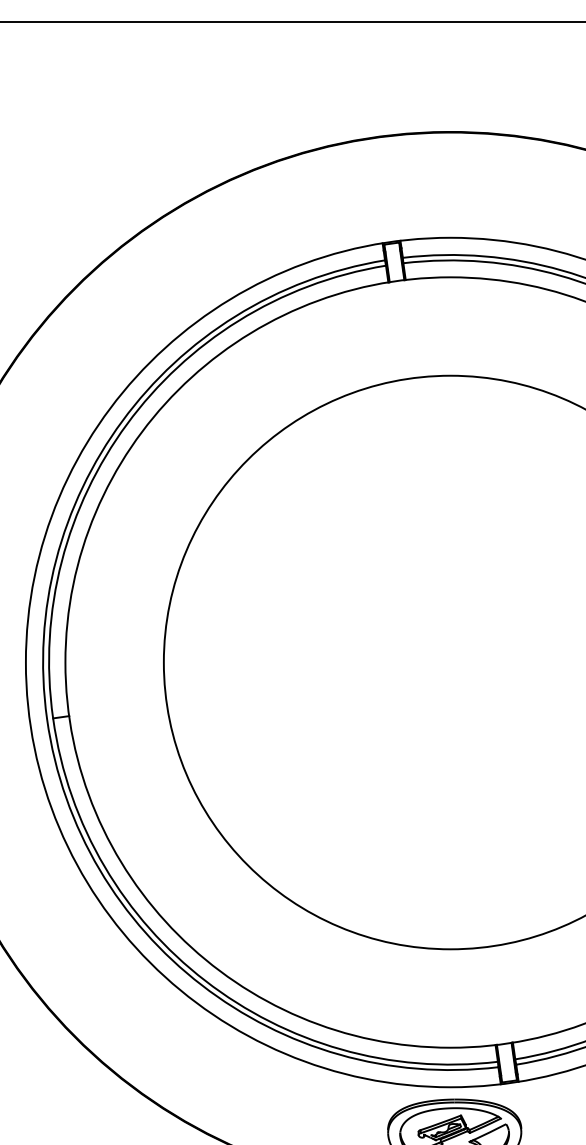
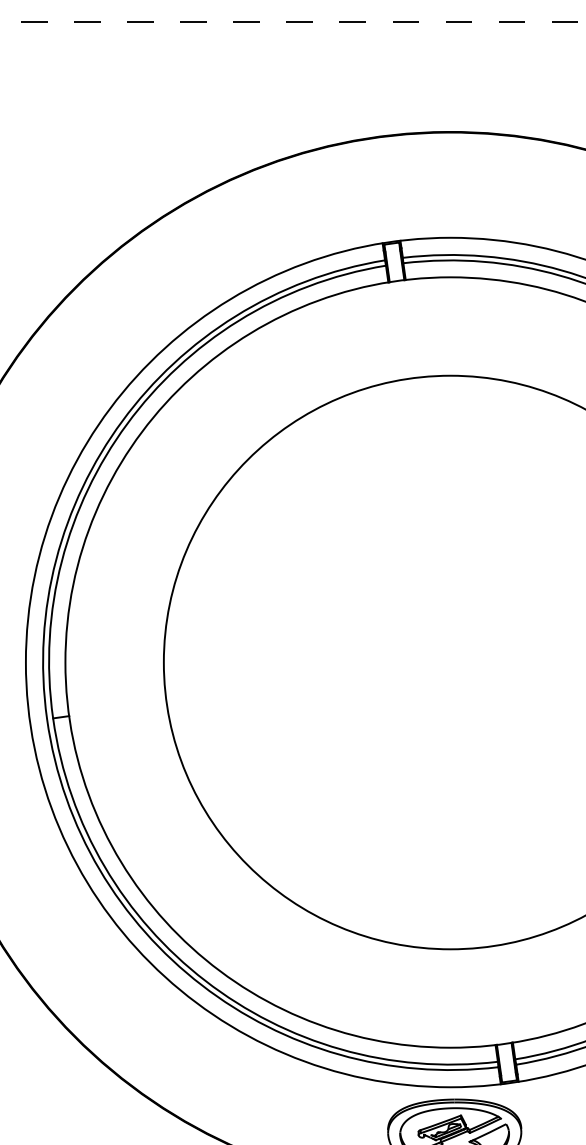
line at (293, 22): solid -> dashed
